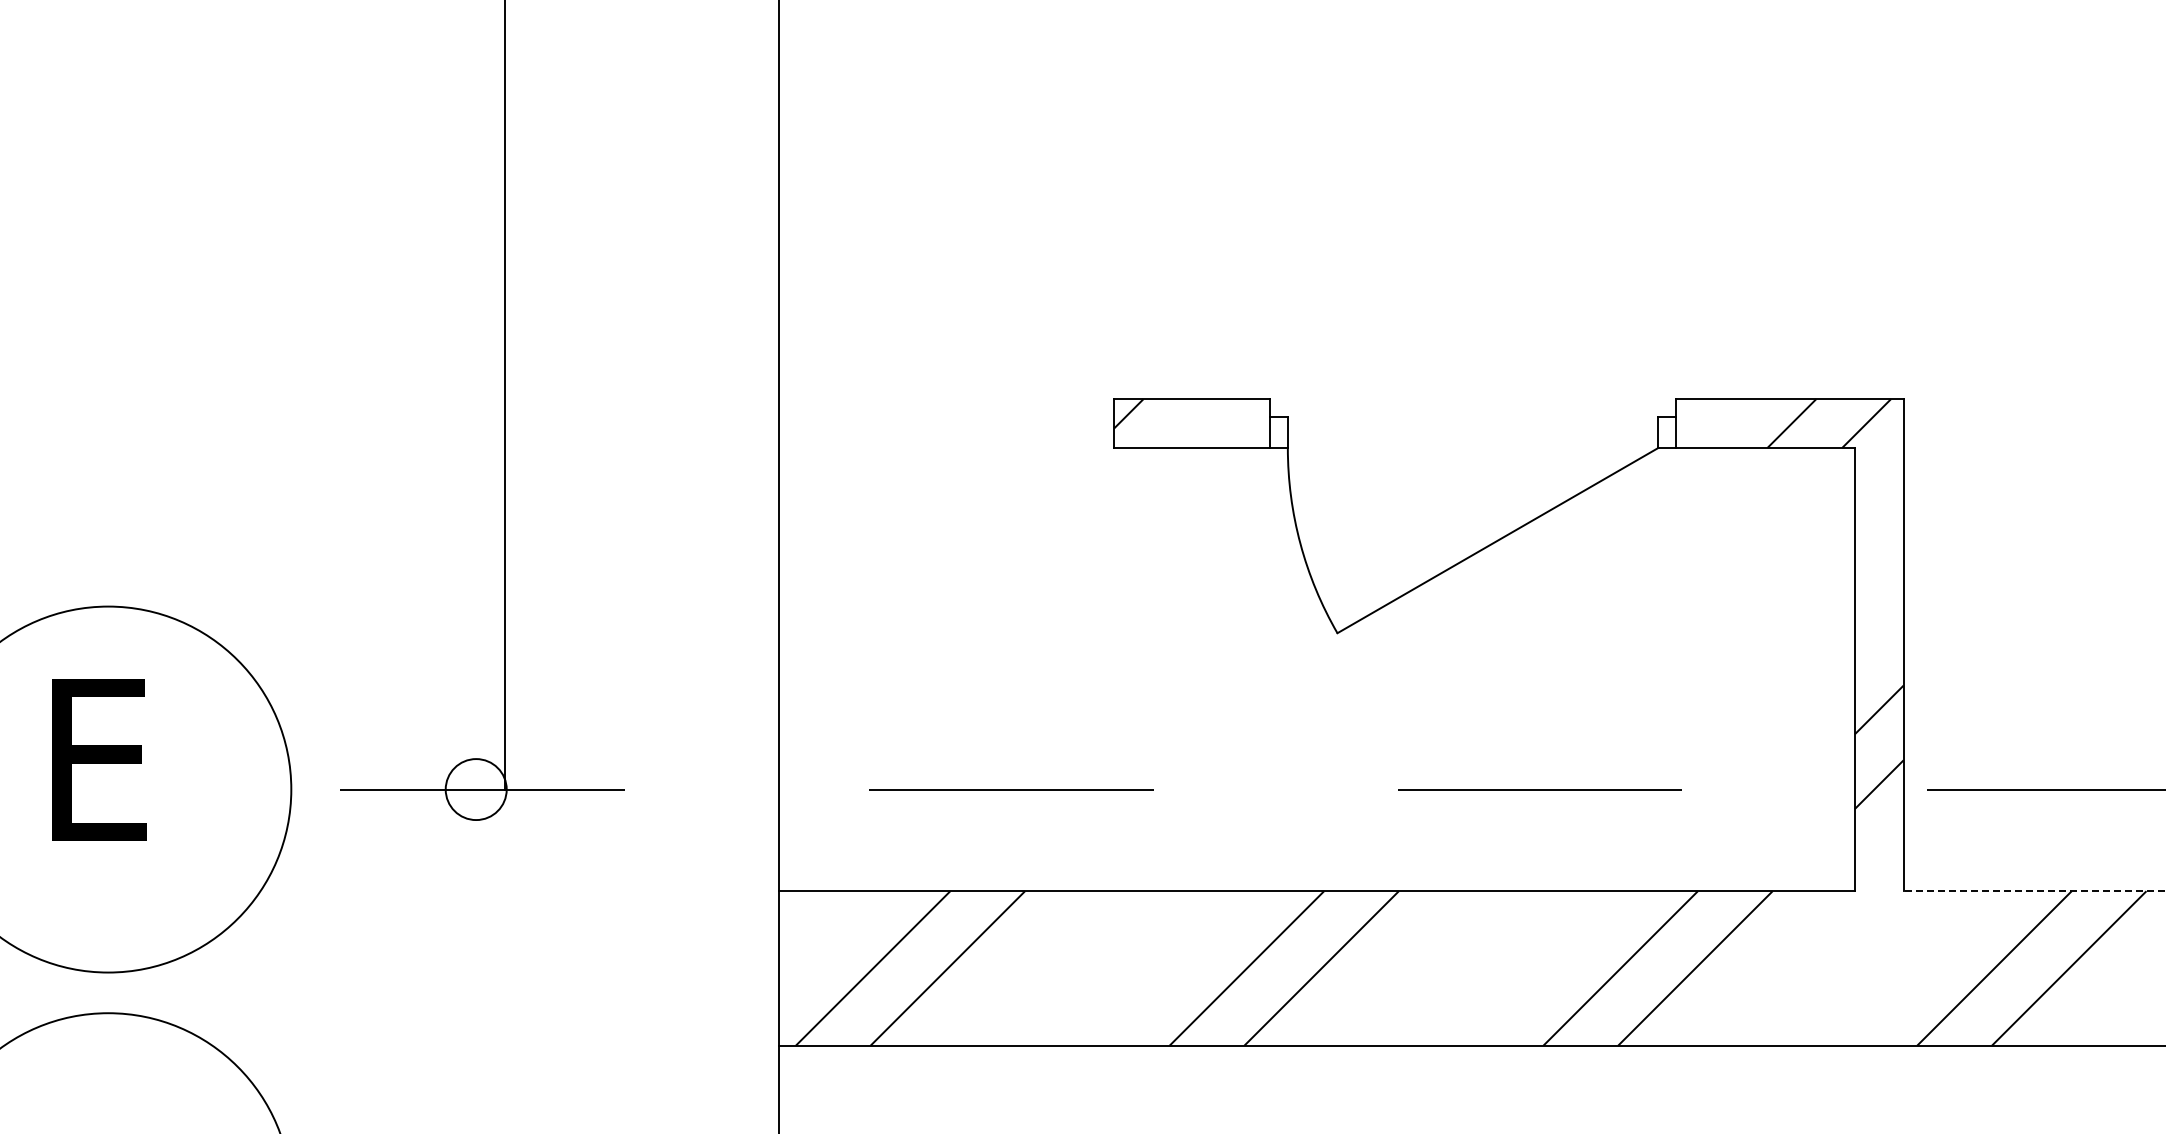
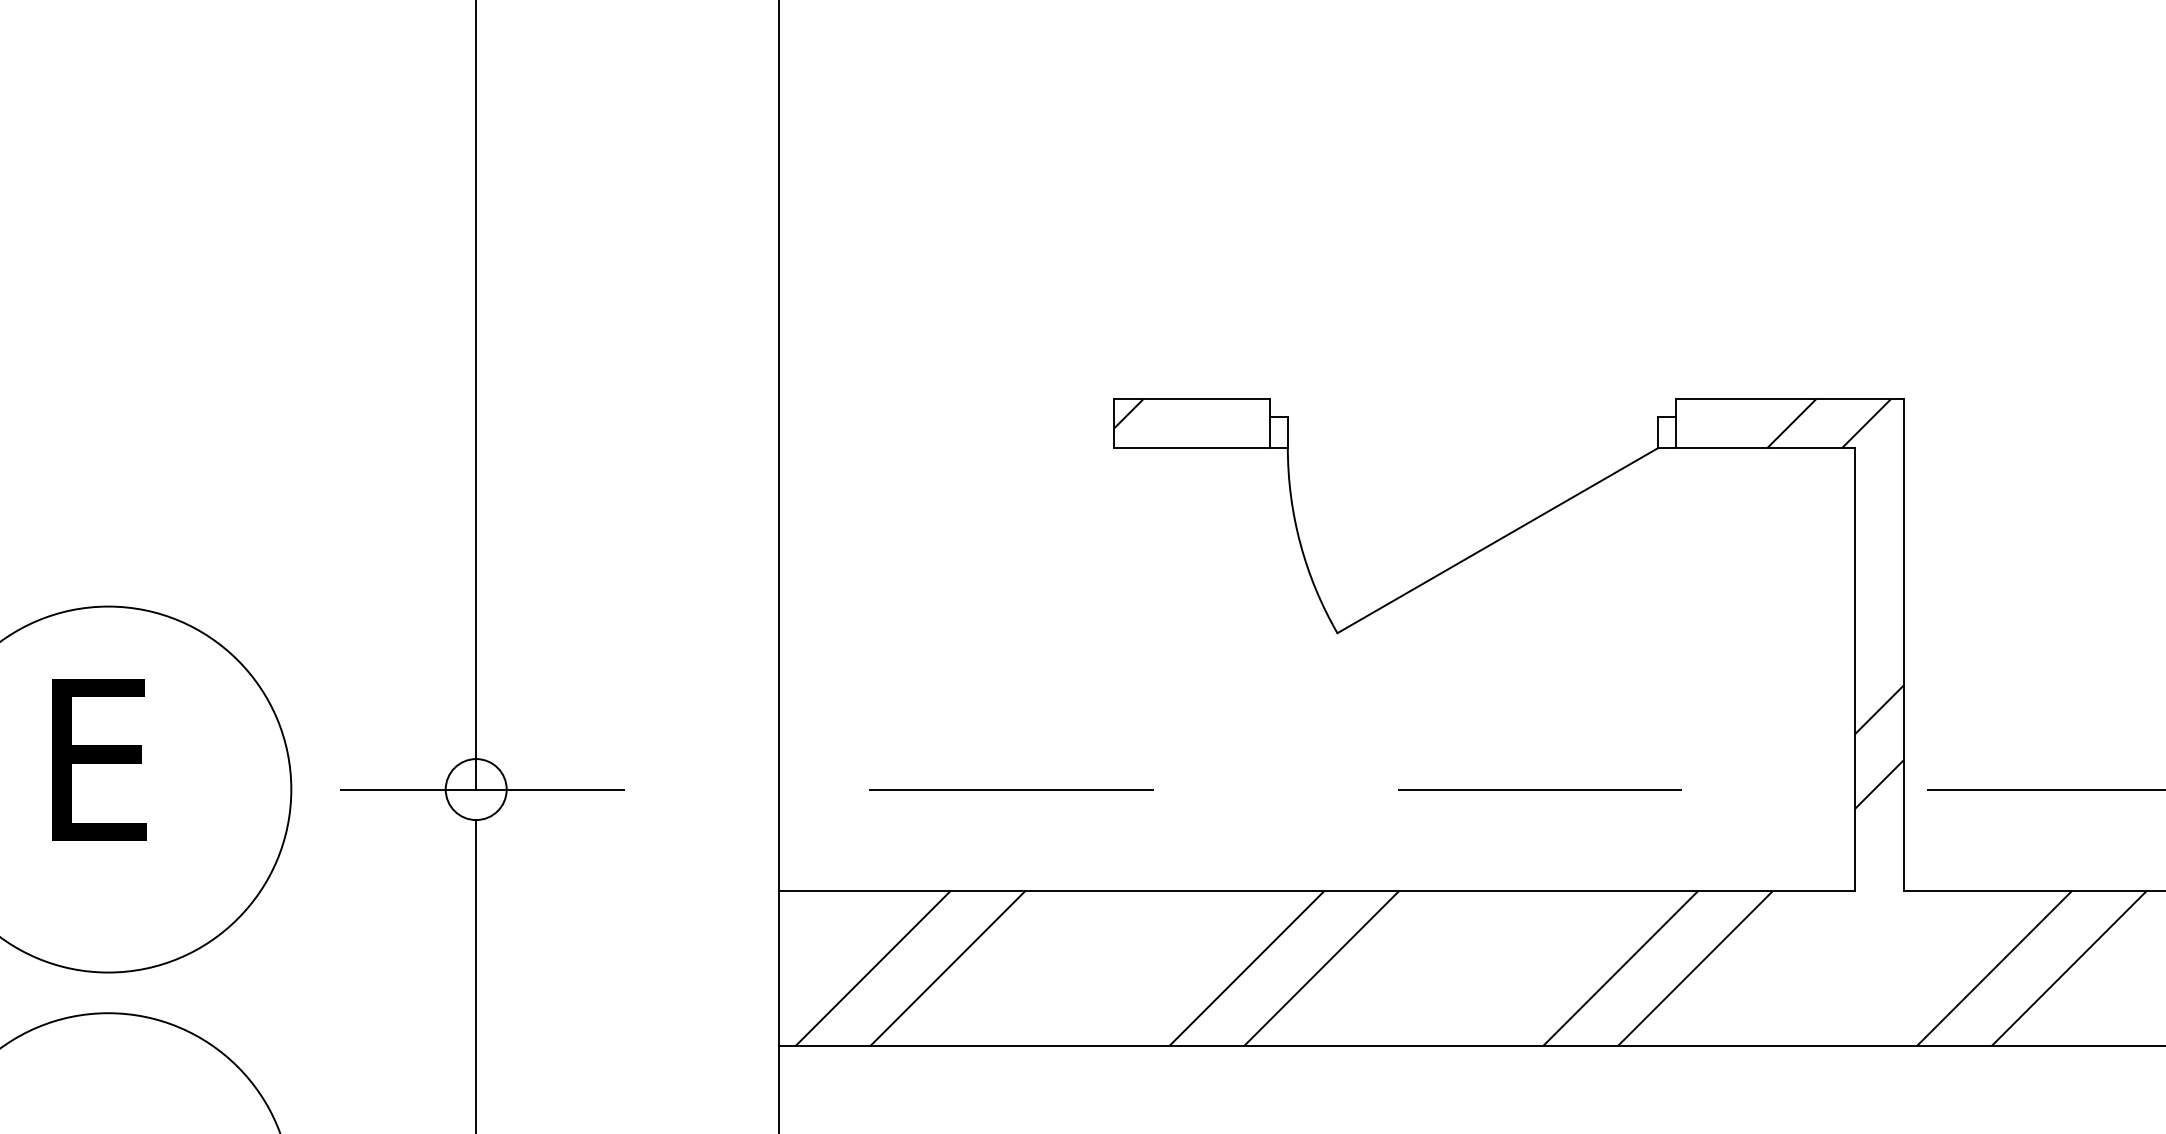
line at (505, 395) position: (505, 395) -> (476, 395)
line at (2034, 891): dashed -> solid
line at (476, 975): none -> present
